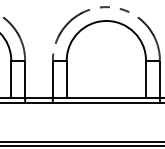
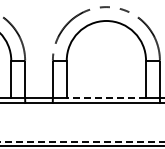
line at (106, 98): solid -> dashed
line at (82, 141): solid -> dashed
